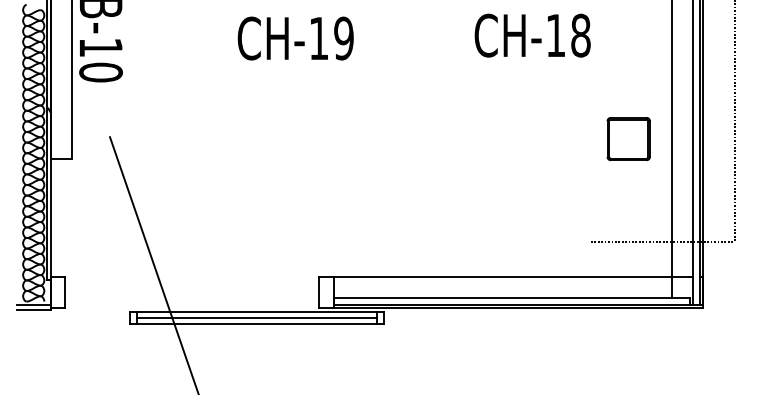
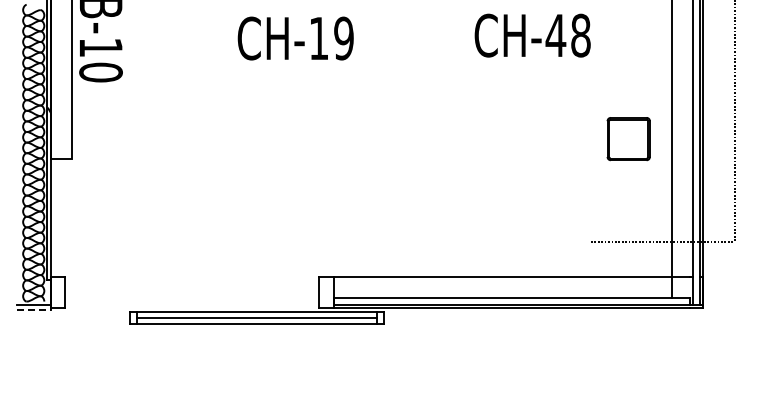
text at (555, 35): CH-18 -> CH-48
line at (153, 264): present -> none
line at (34, 309): solid -> dashed
